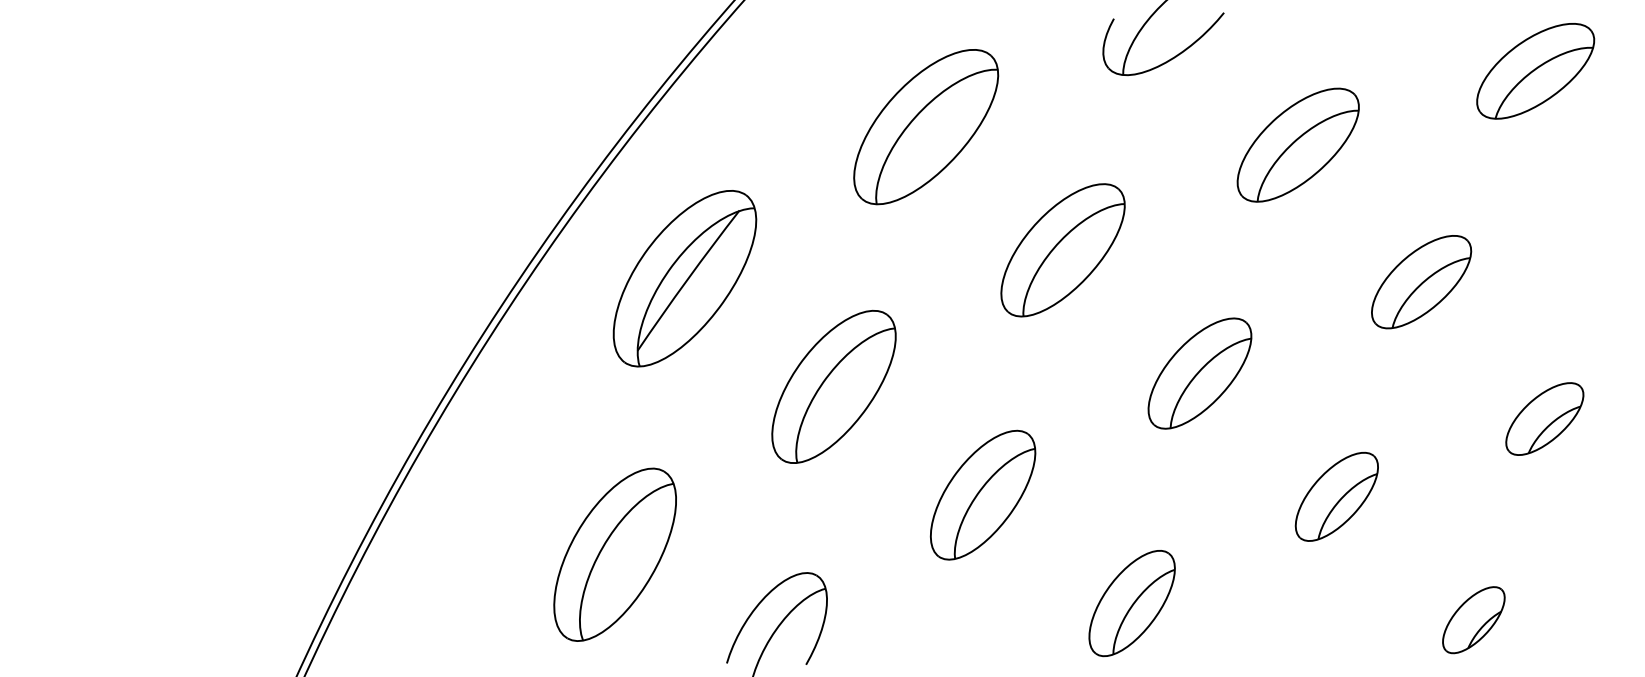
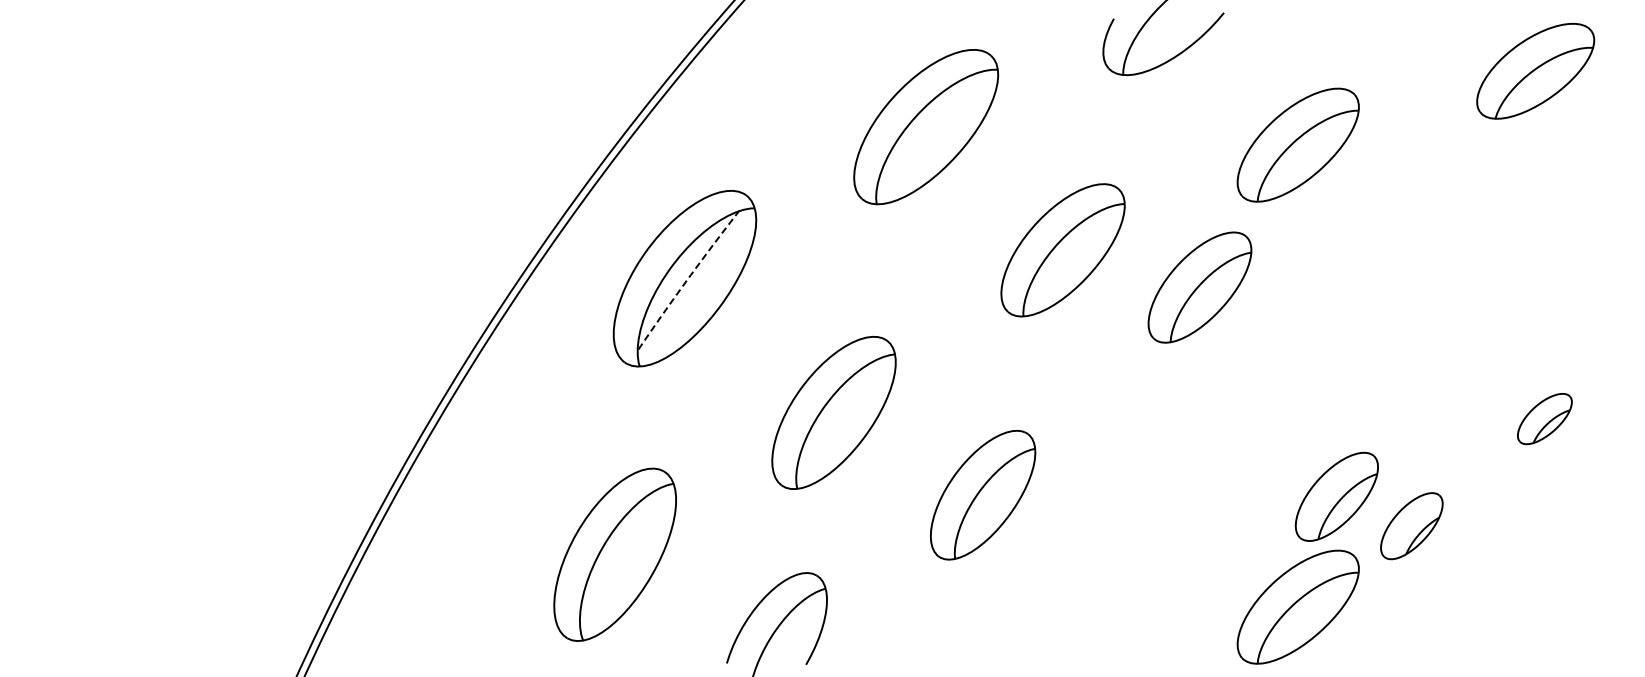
arc at (687, 279): solid -> dashed
part at (1421, 282): present -> none
part at (1199, 373) position: (1199, 373) -> (1199, 287)
part at (833, 386) position: (833, 386) -> (833, 412)
part at (1544, 418) size: 80x74 px -> 56x53 px
part at (1131, 603): present -> none
part at (1297, 606): none -> present
part at (1473, 620) position: (1473, 620) -> (1411, 526)
